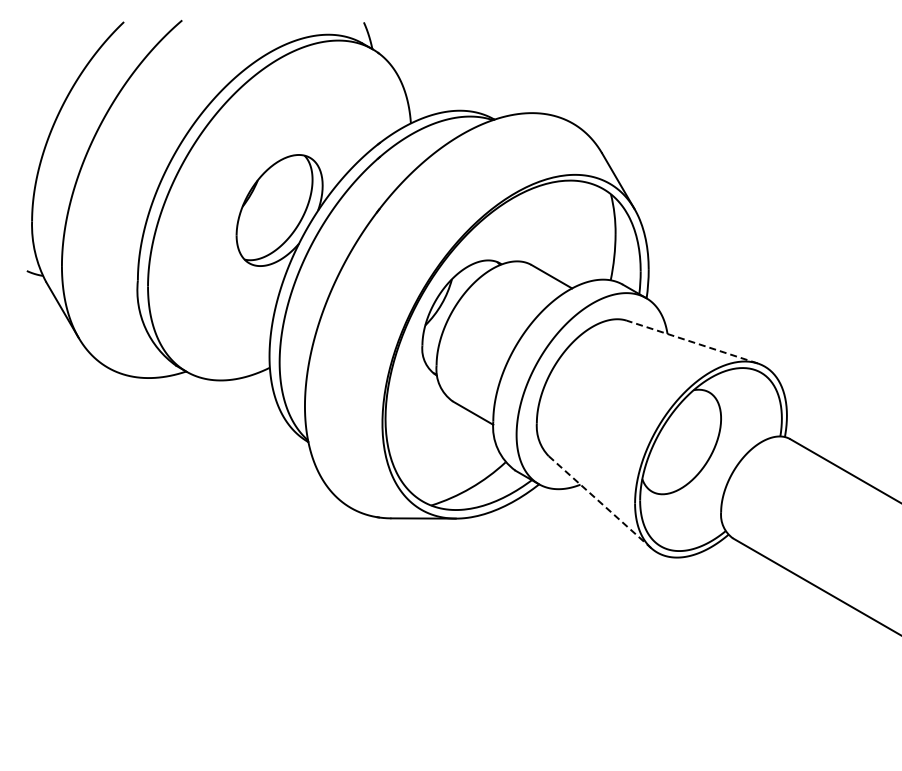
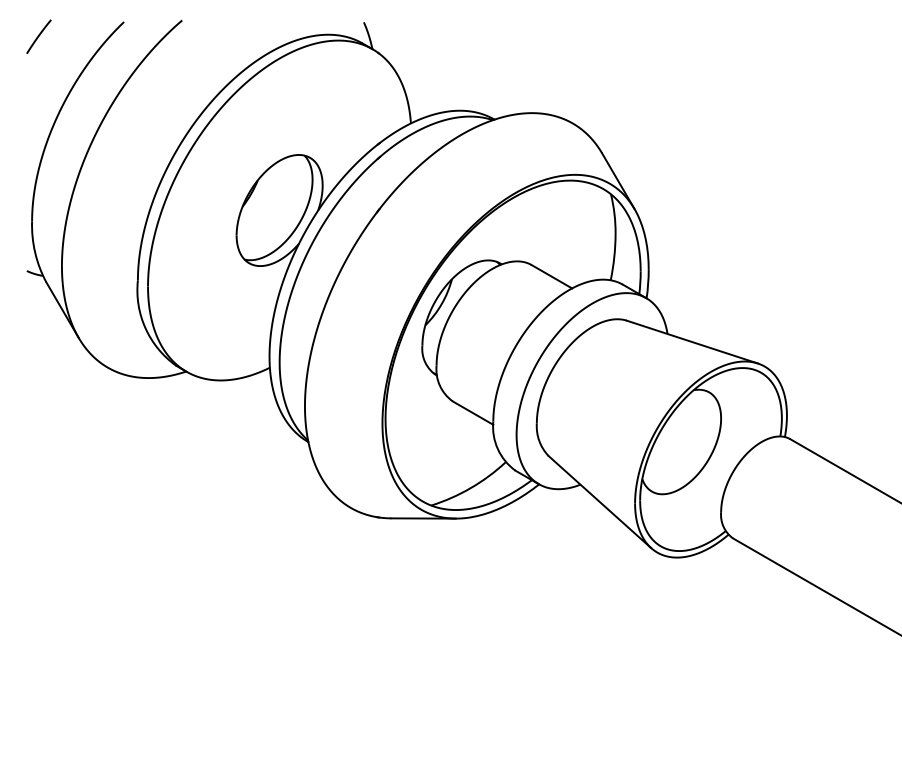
line at (38, 36): none -> present
line at (692, 342): dashed -> solid
line at (599, 502): dashed -> solid
